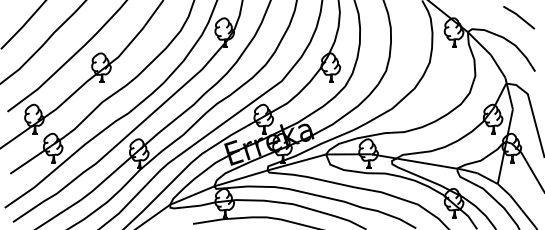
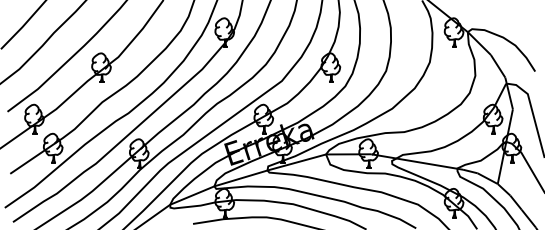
line at (519, 17): present -> none
